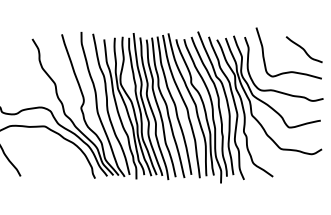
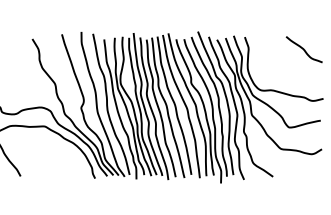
curve at (288, 71): present -> none
